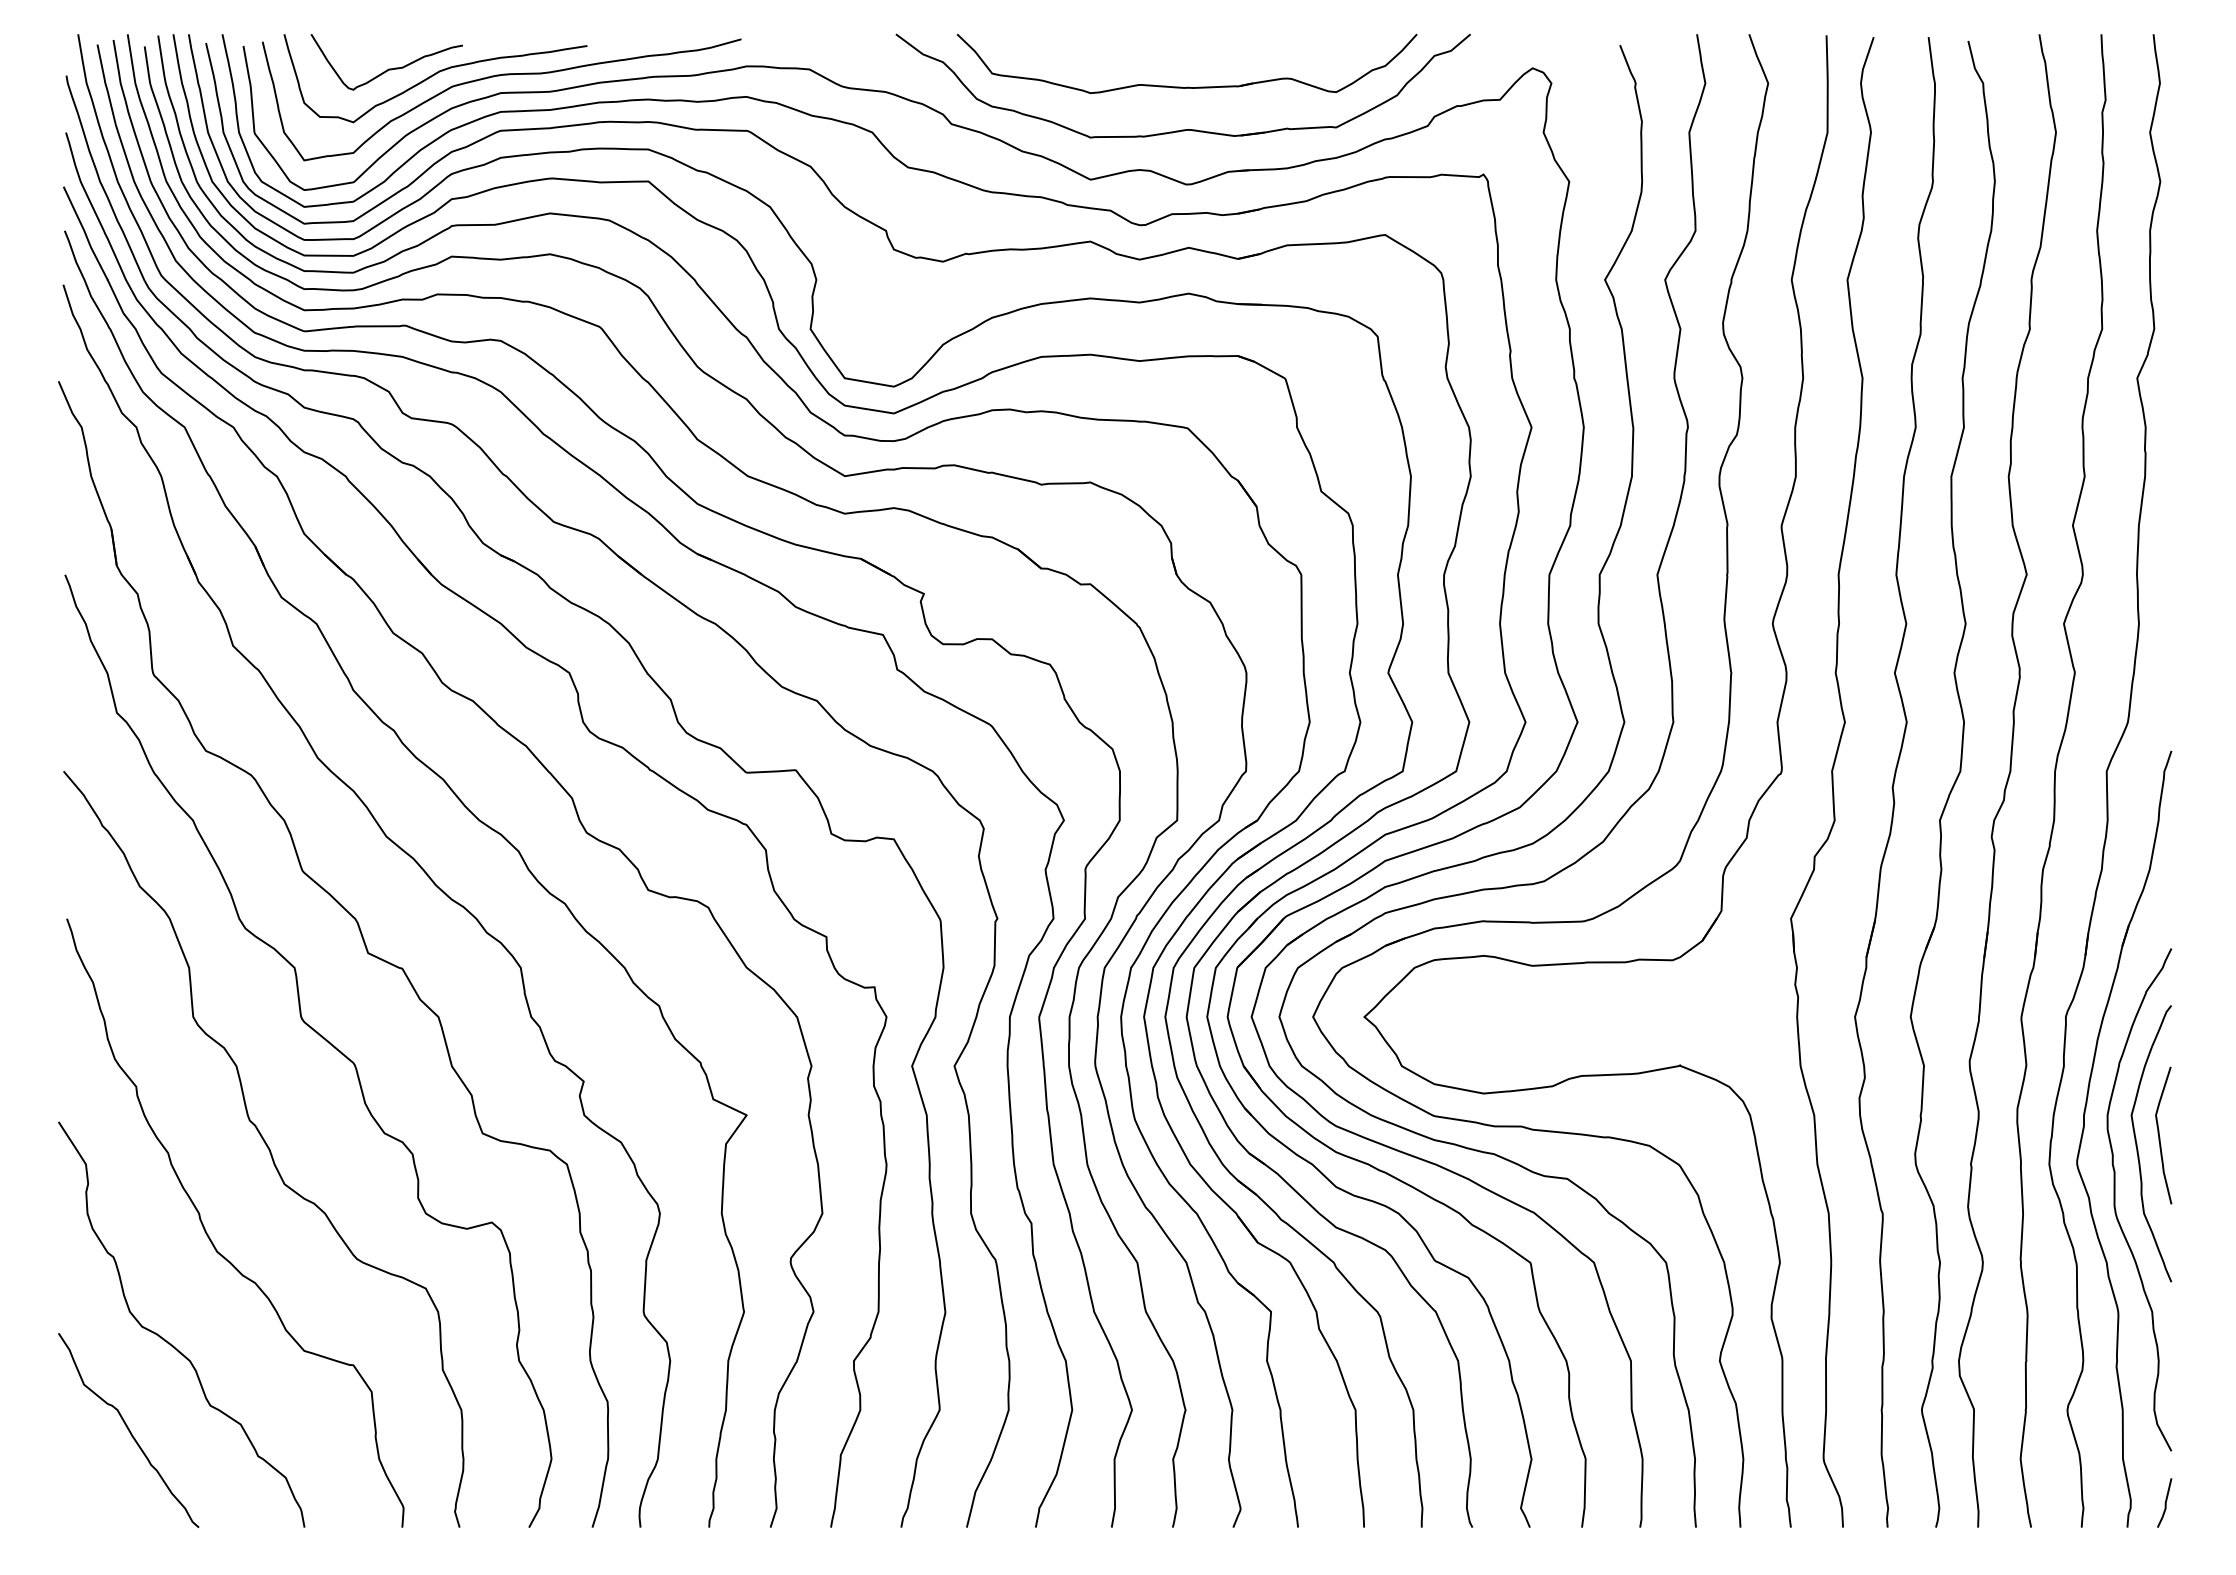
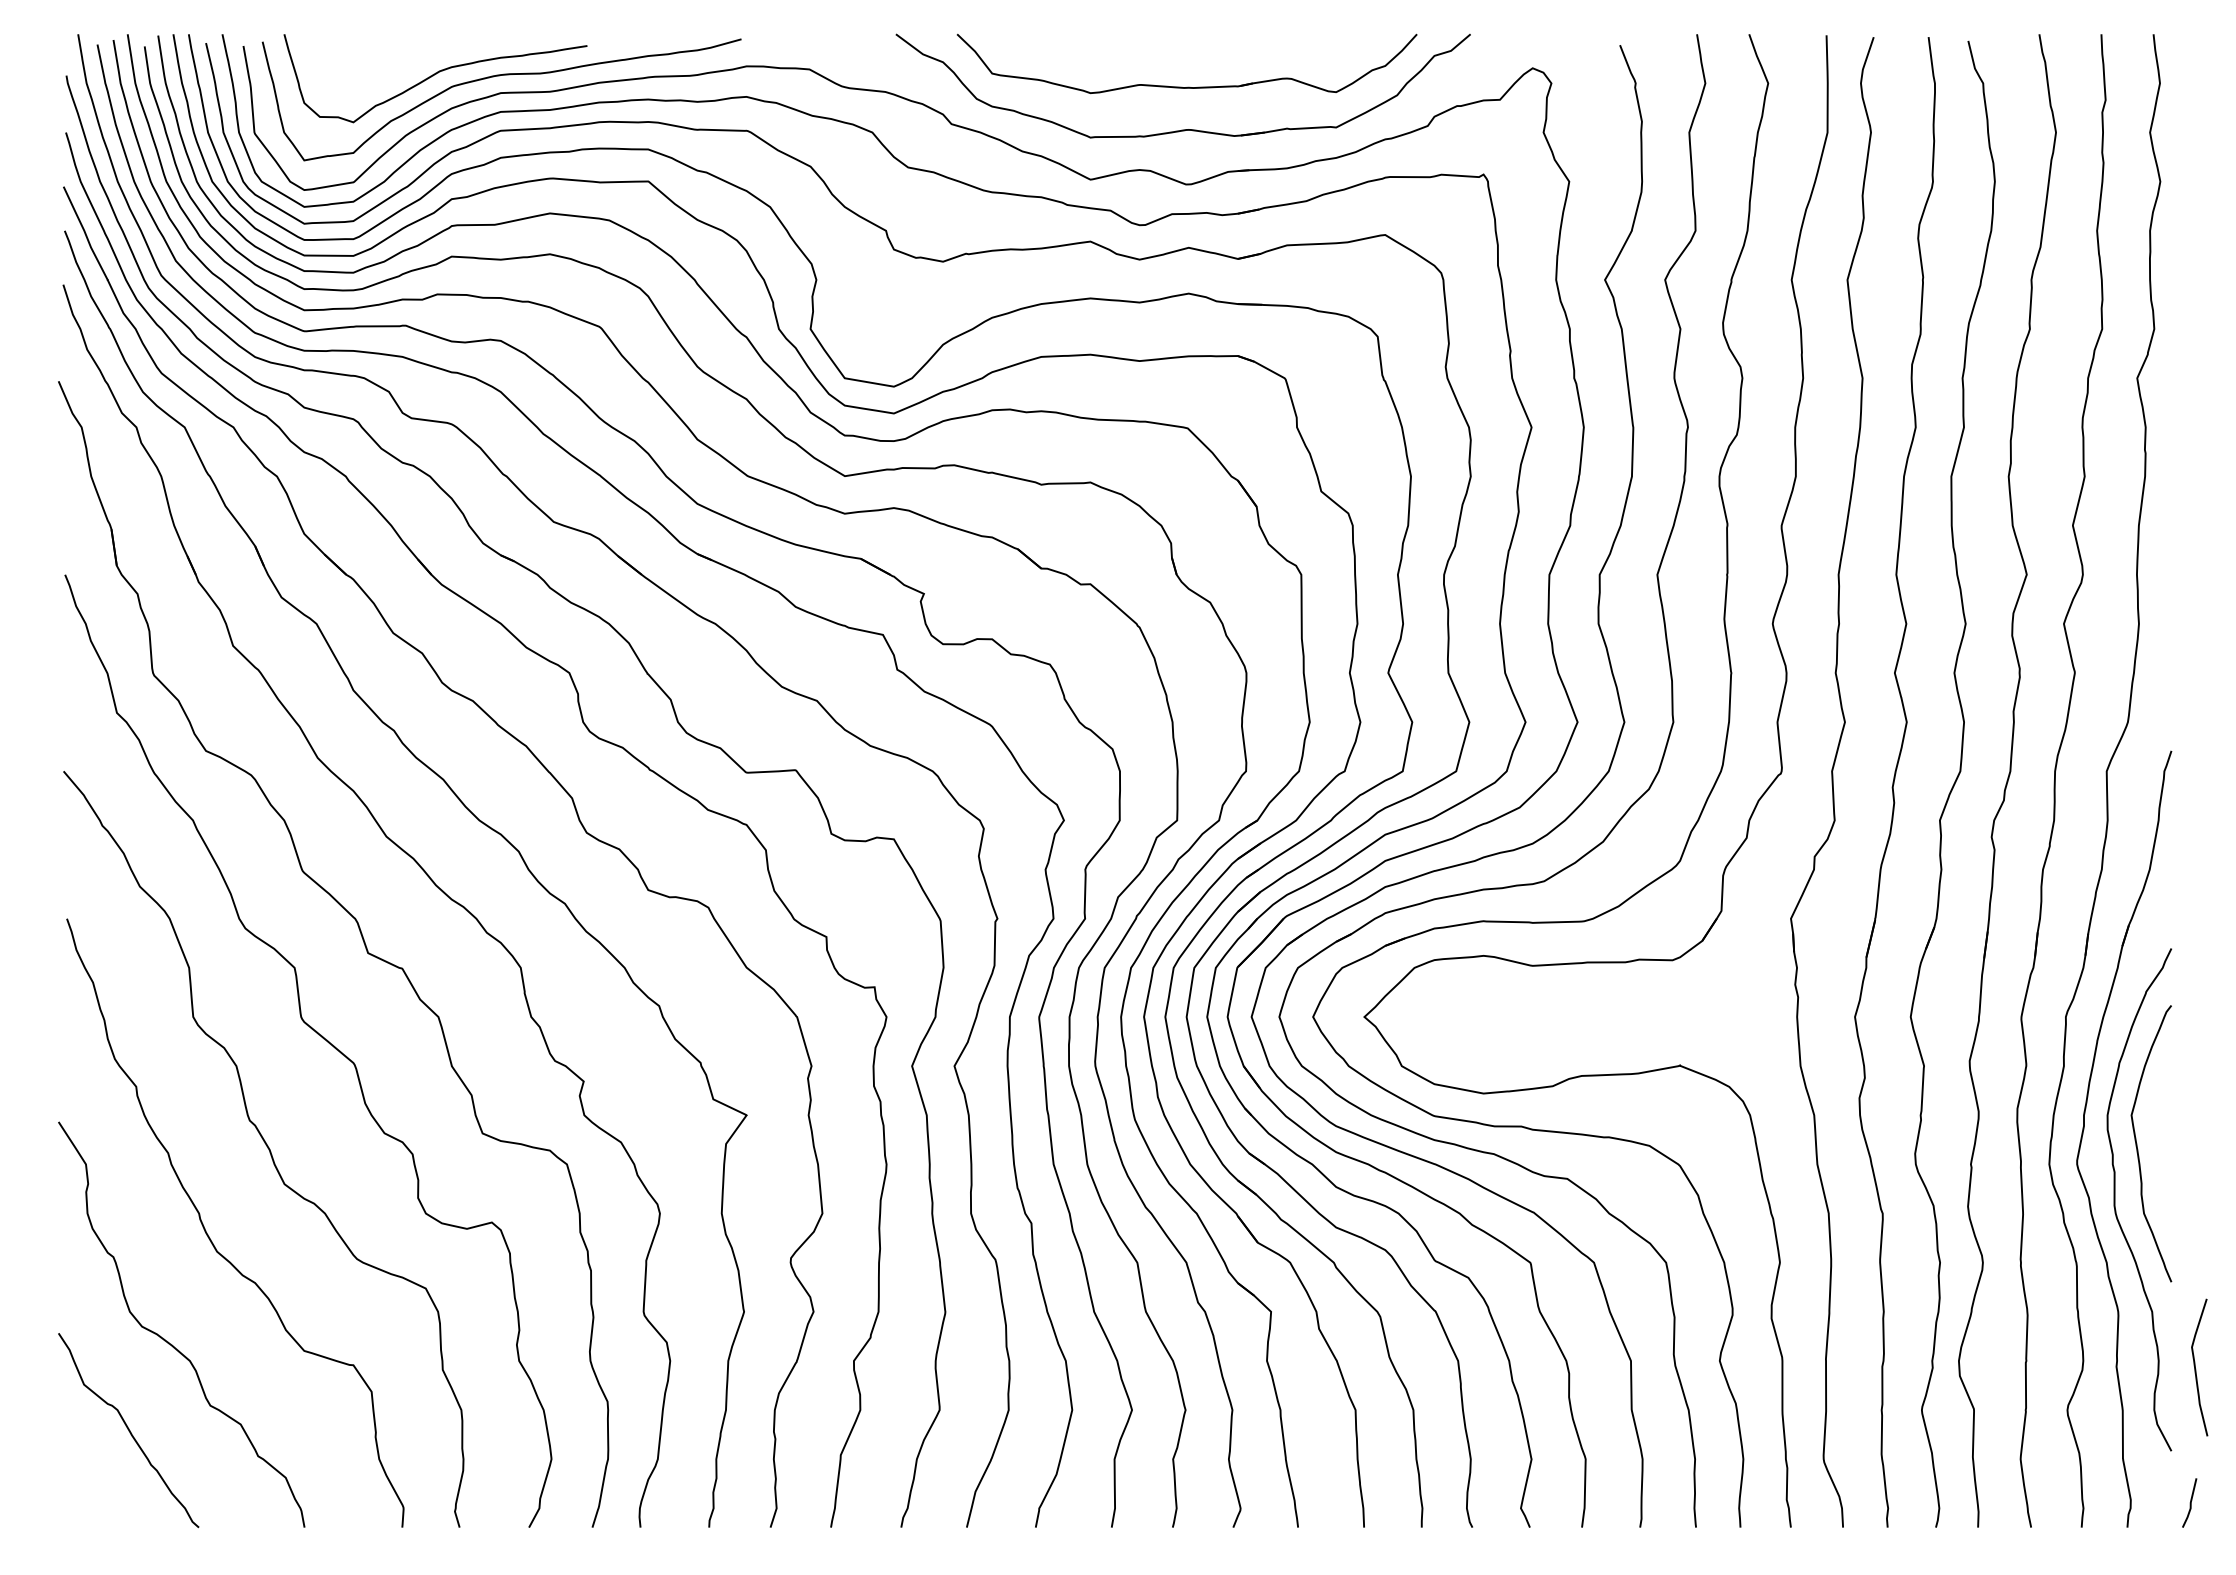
curve at (388, 68): present -> none
curve at (2160, 1137) position: (2160, 1137) -> (2196, 1369)
line at (2164, 1502) position: (2164, 1502) -> (2189, 1502)
